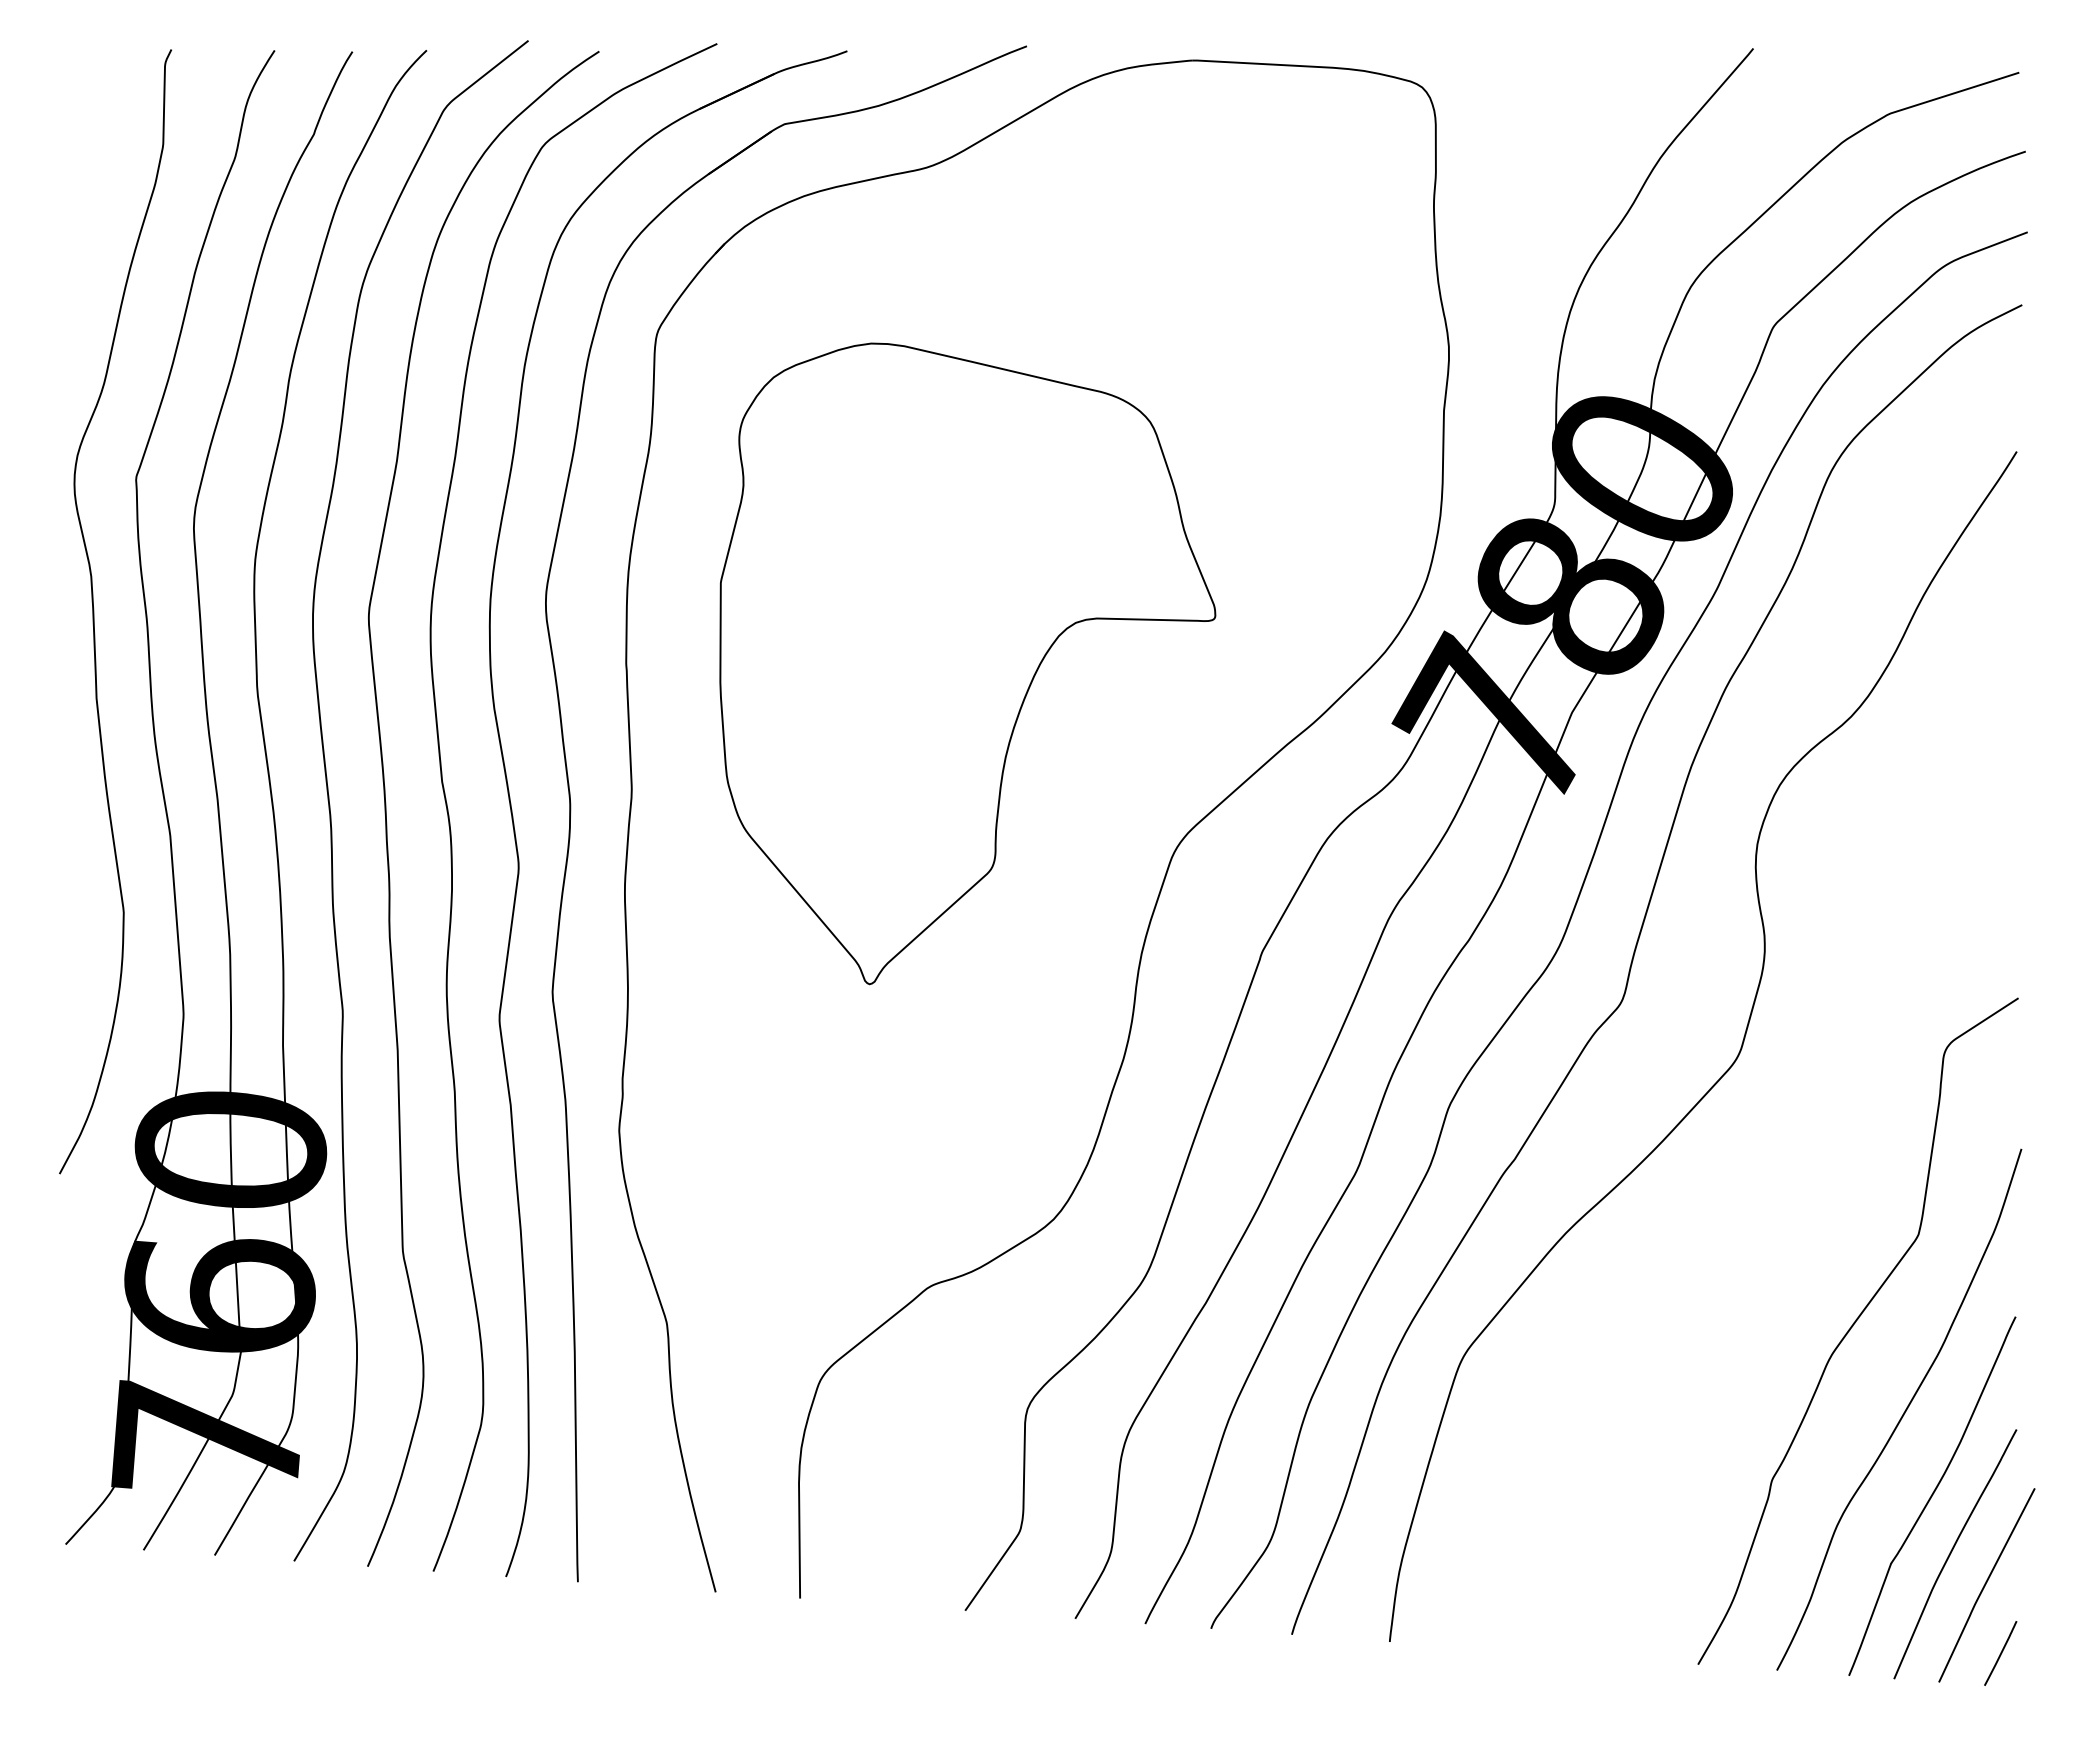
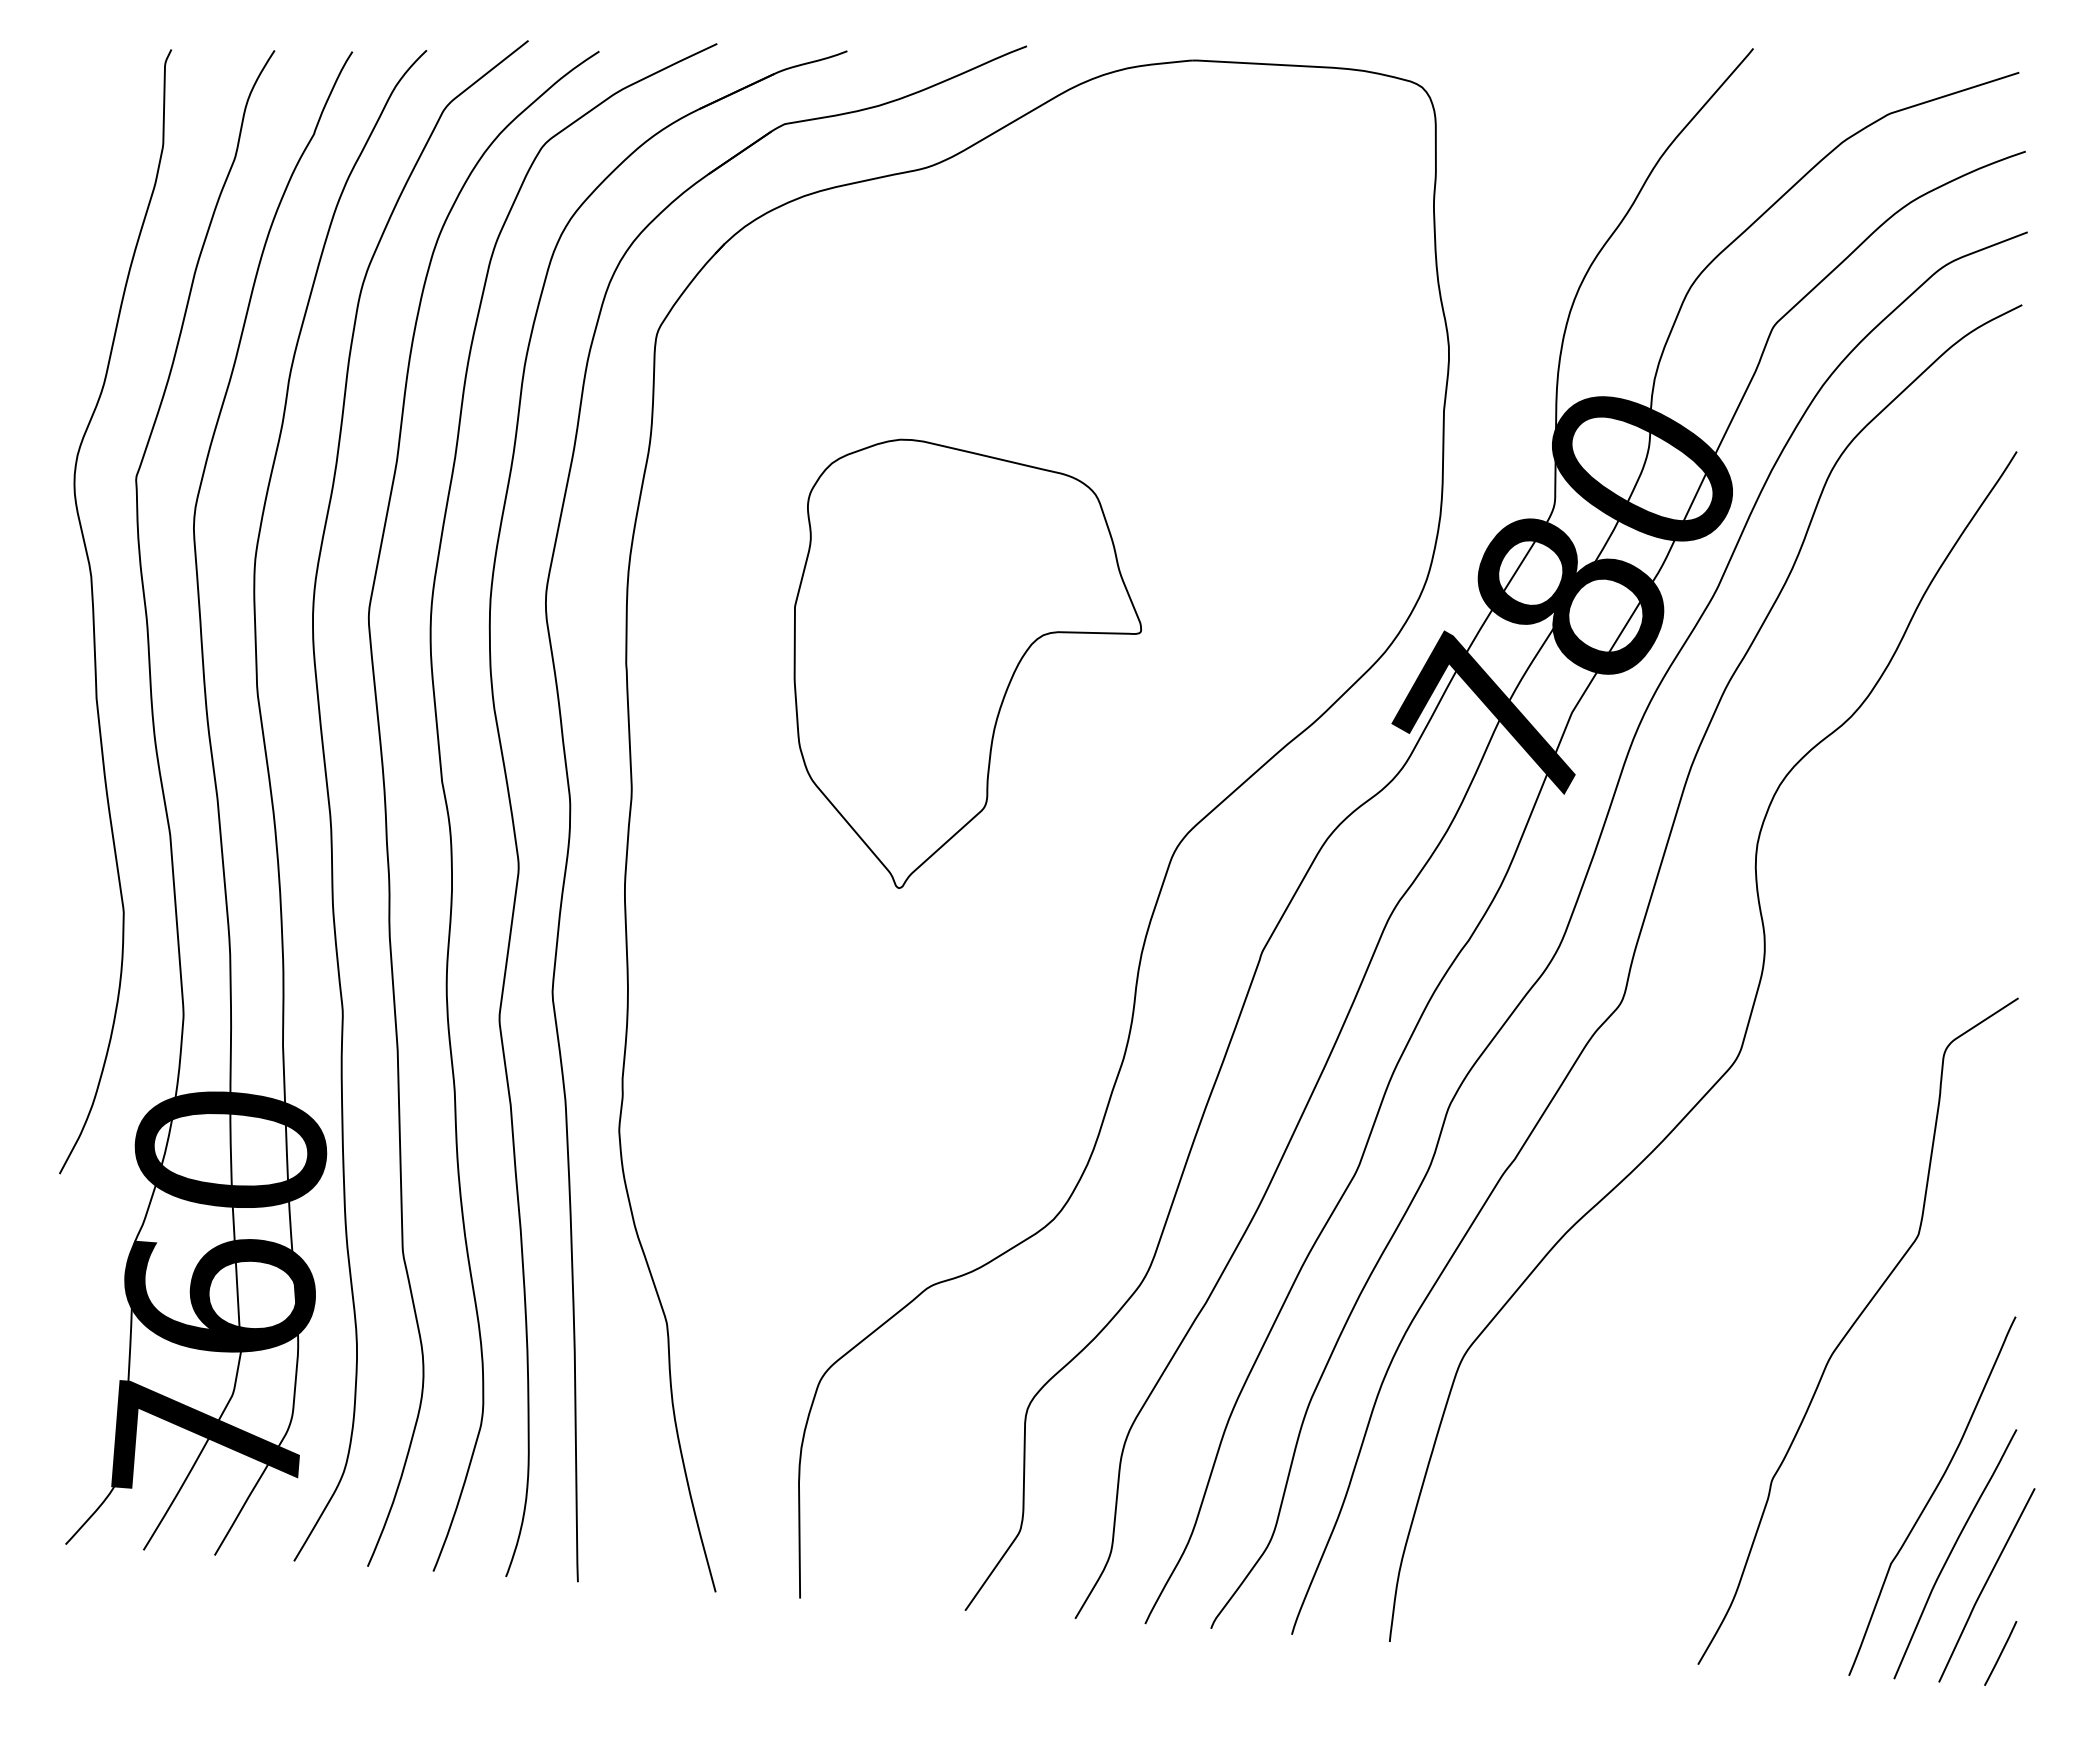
part at (967, 663) size: 498x644 px -> 349x451 px
curve at (1903, 1412): present -> none
